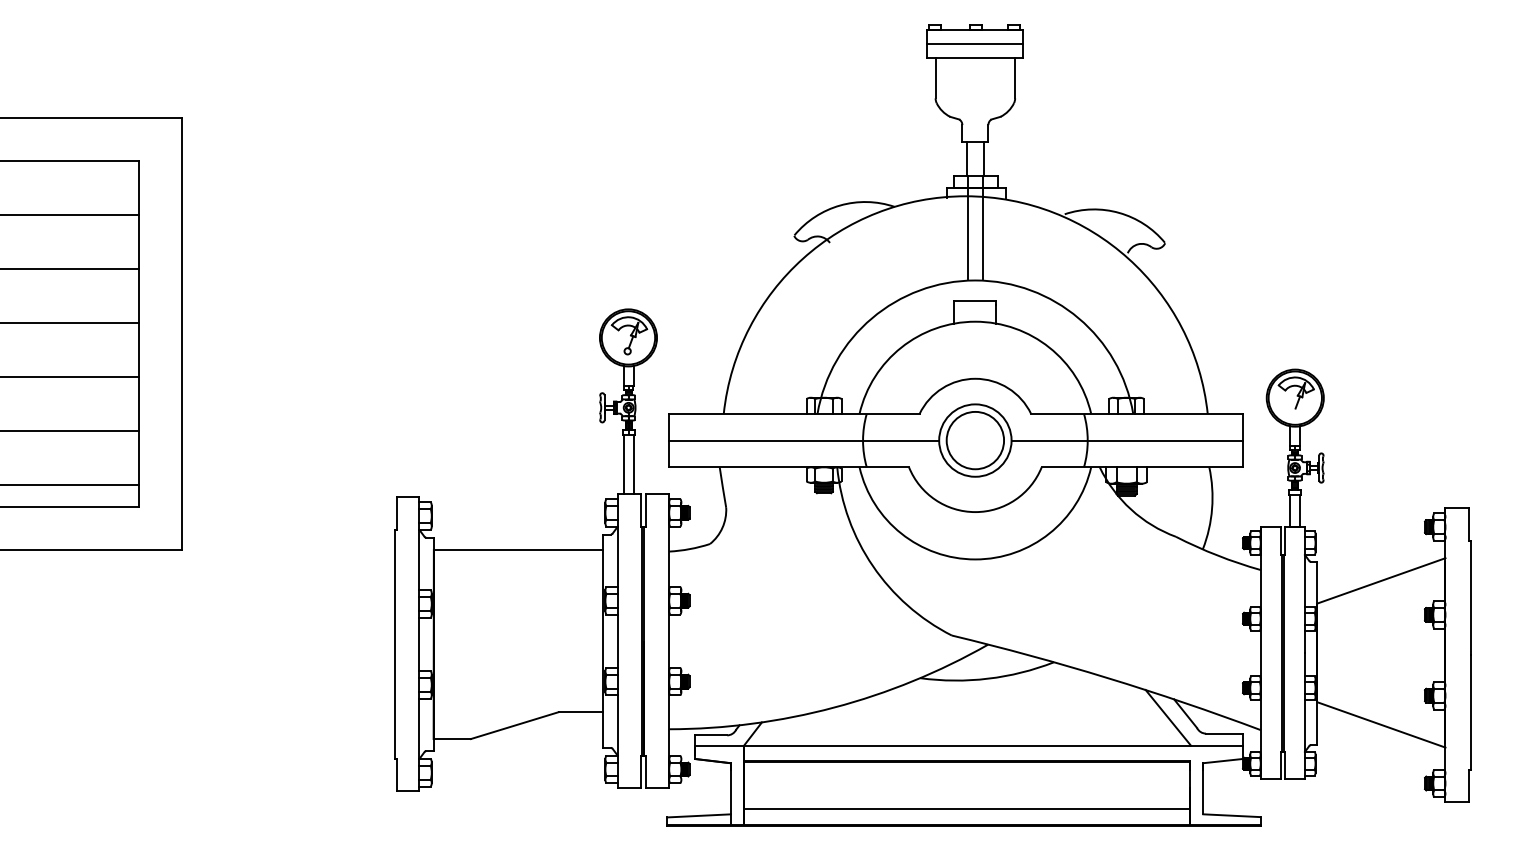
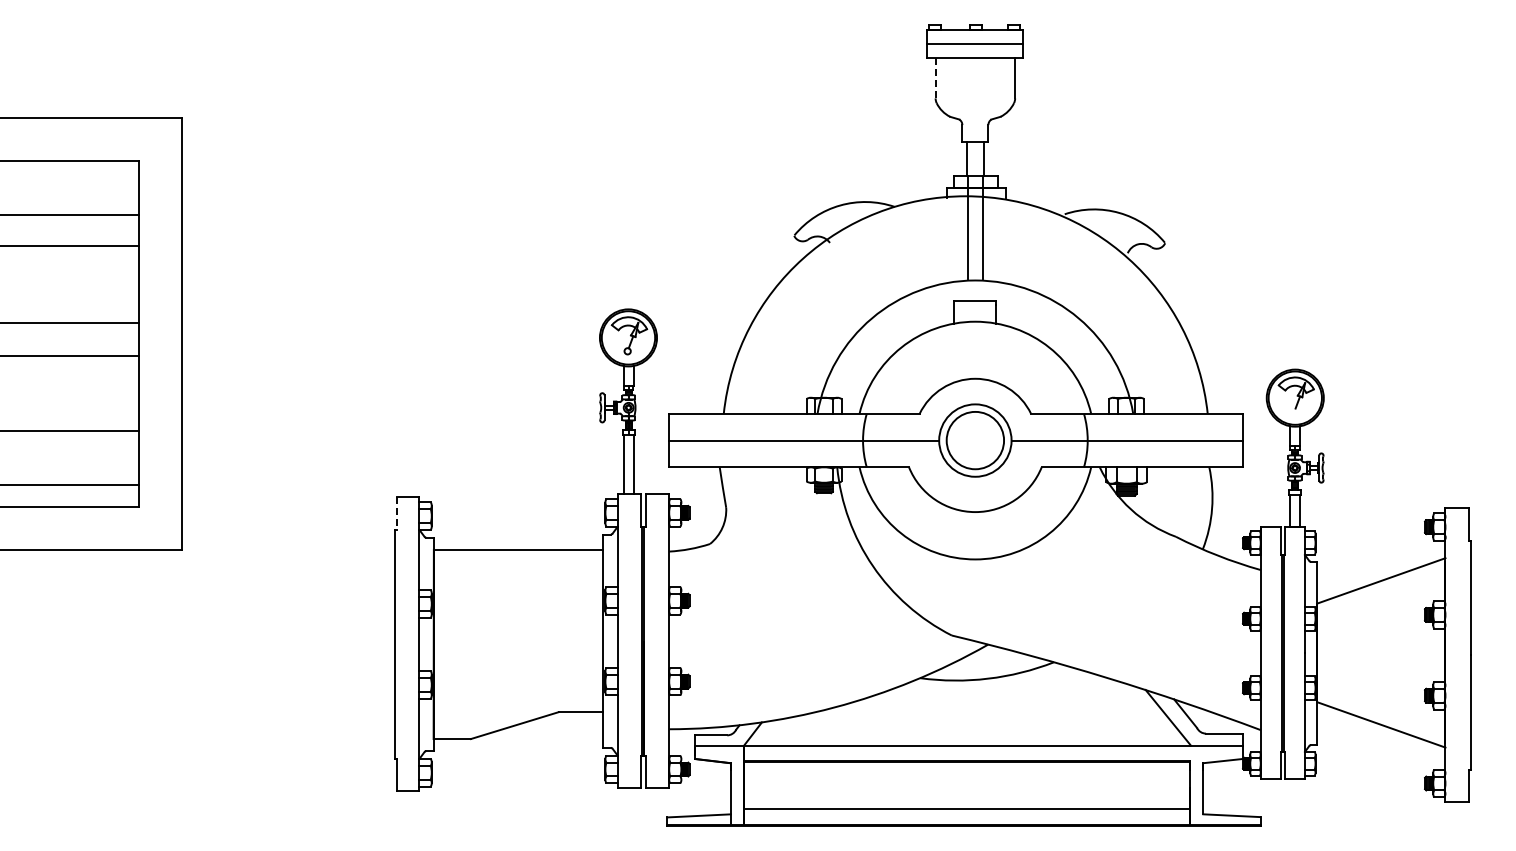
line at (935, 77): solid -> dashed
line at (70, 268) position: (70, 268) -> (70, 245)
line at (70, 377) position: (70, 377) -> (70, 356)
line at (396, 514): solid -> dashed
